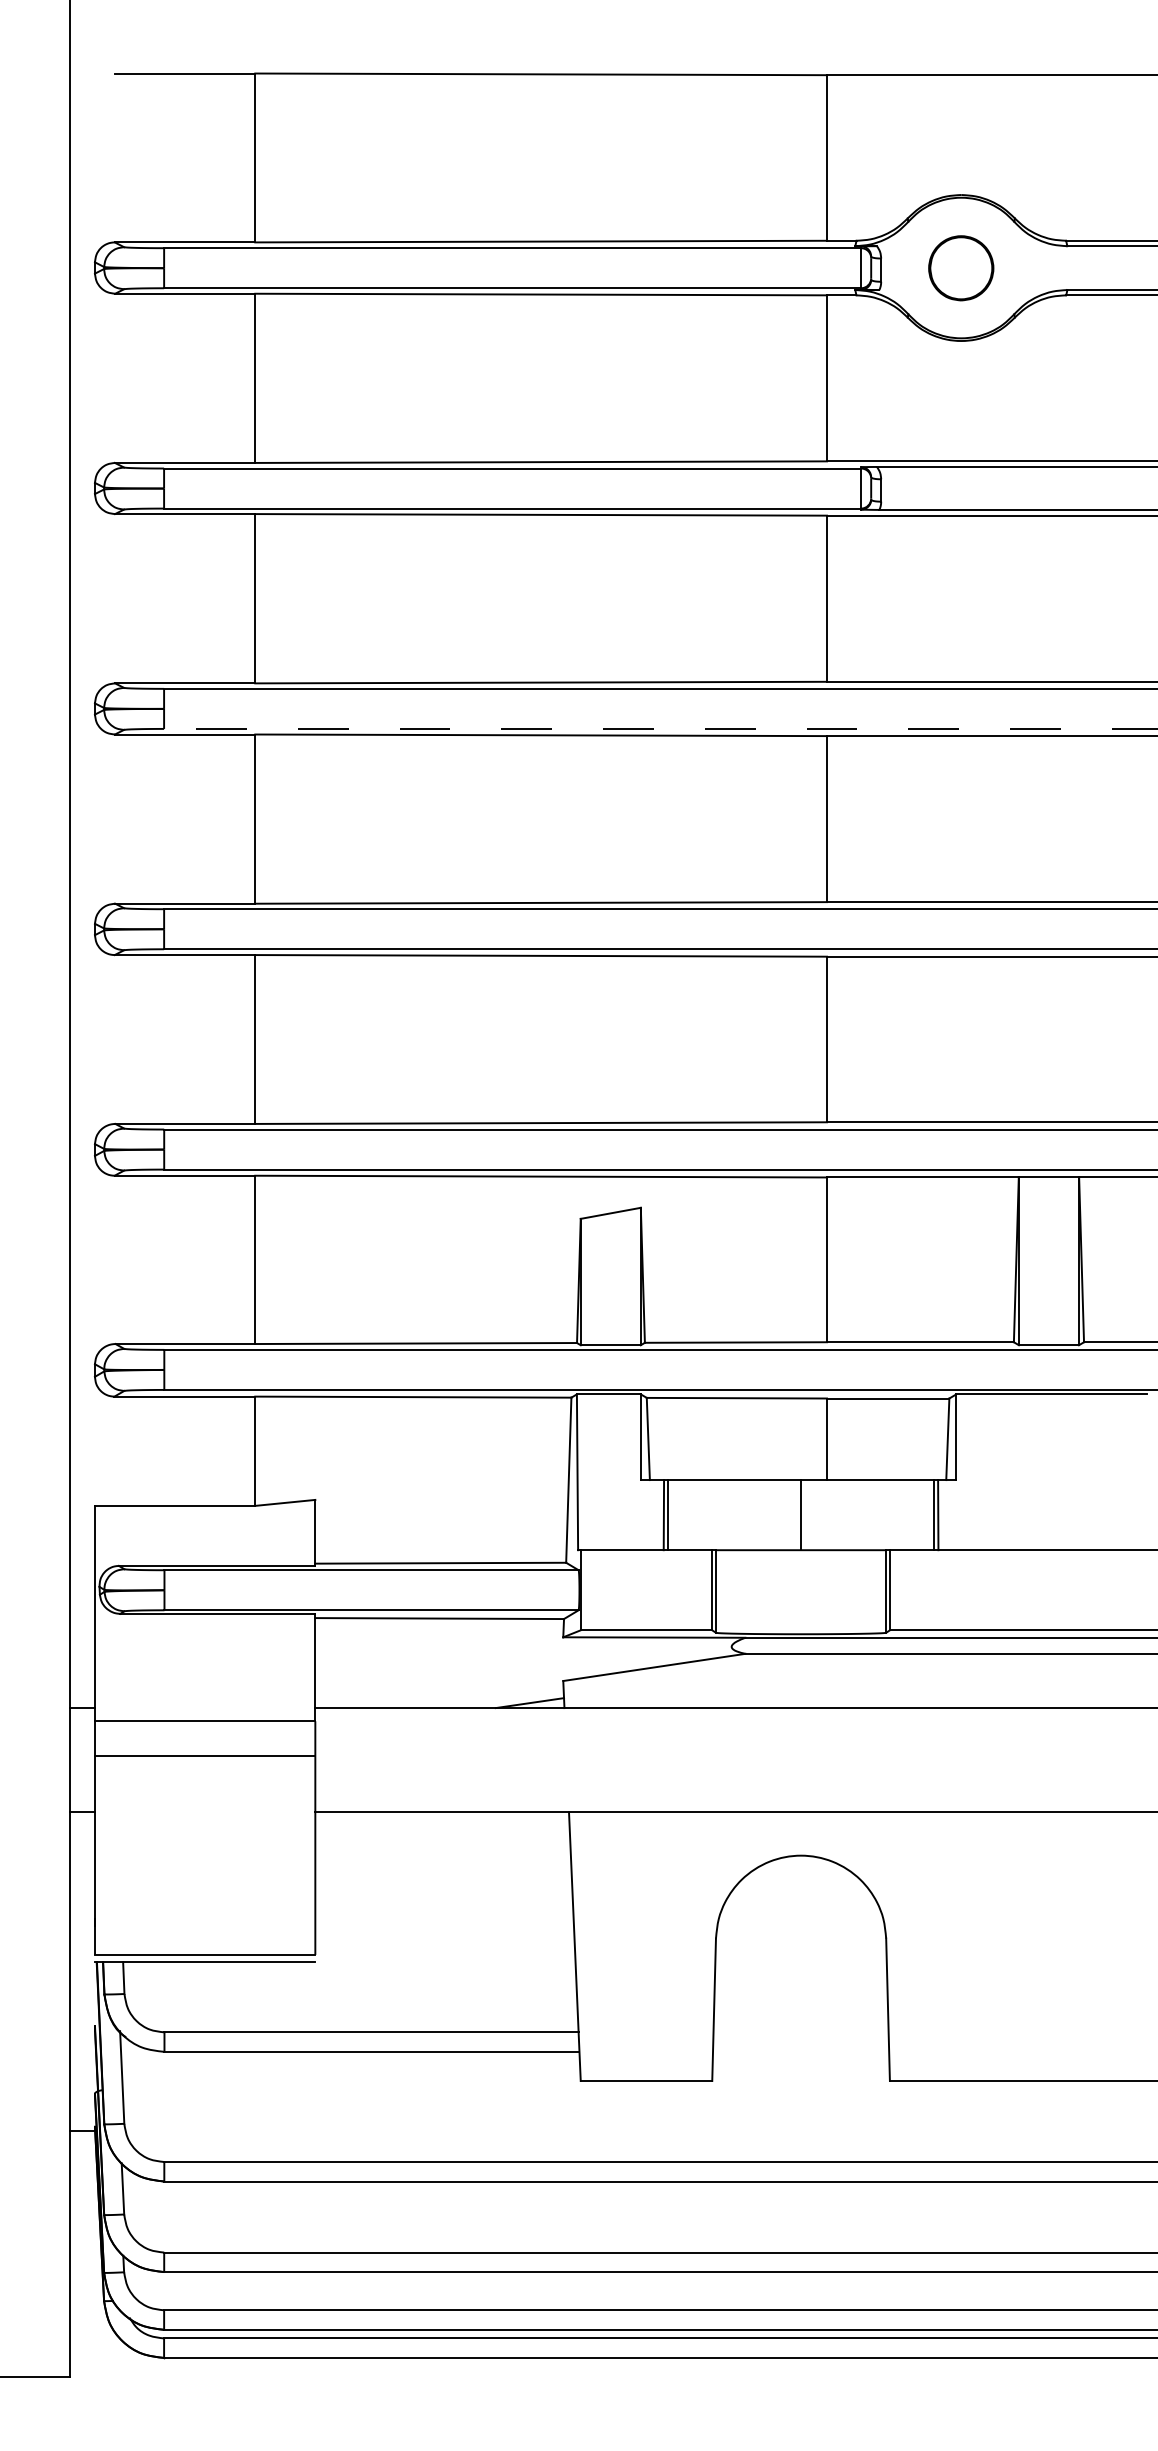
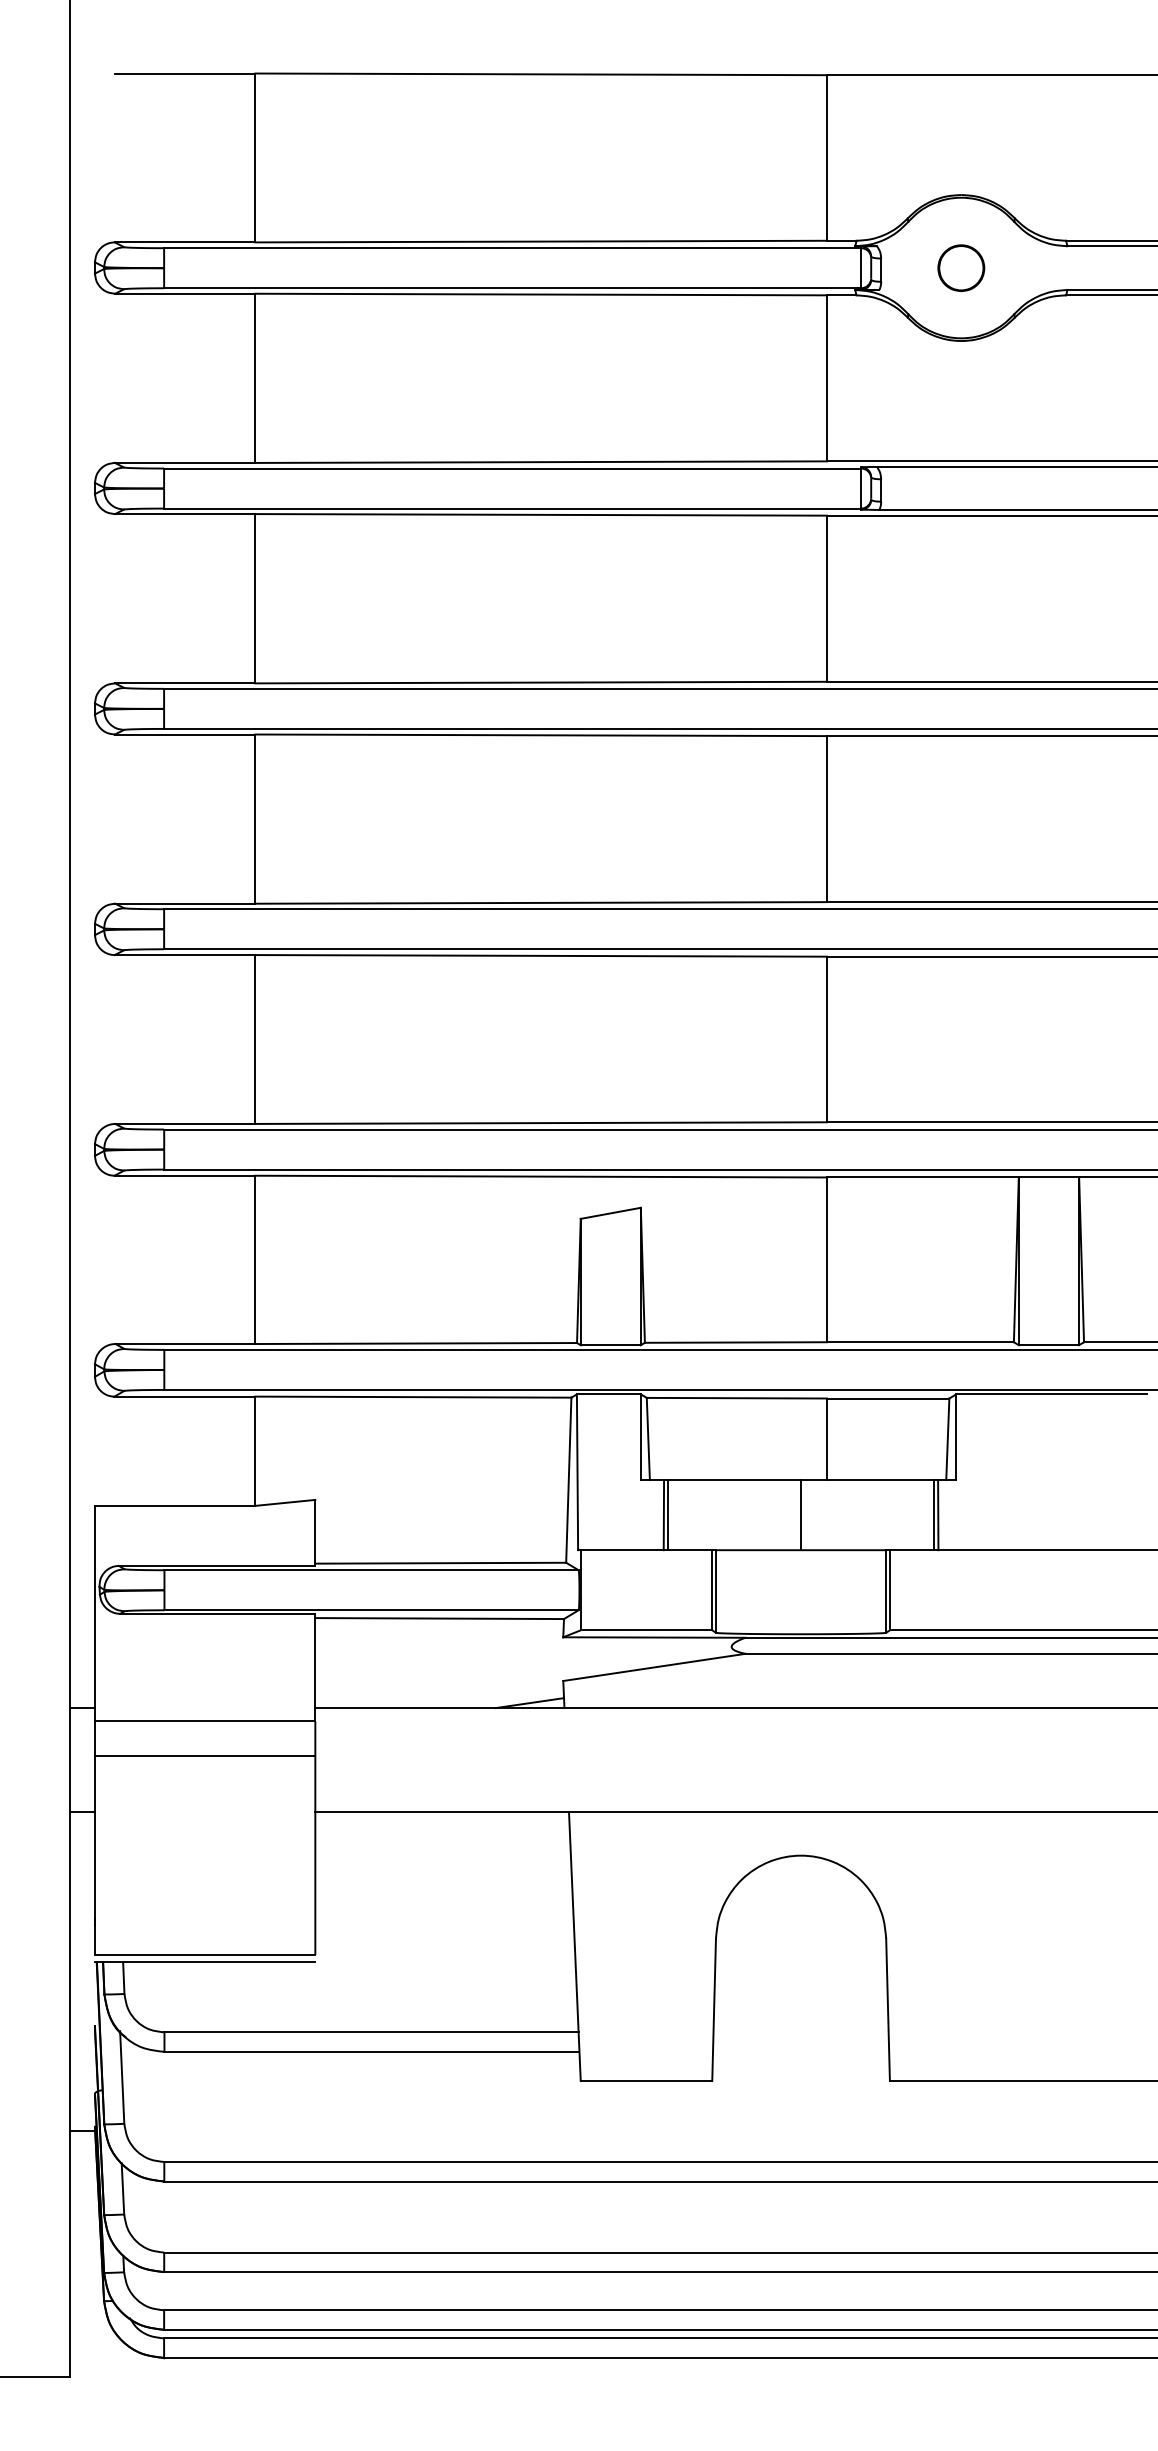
part at (961, 268) size: 67x67 px -> 49x48 px
line at (660, 728): dashed -> solid
